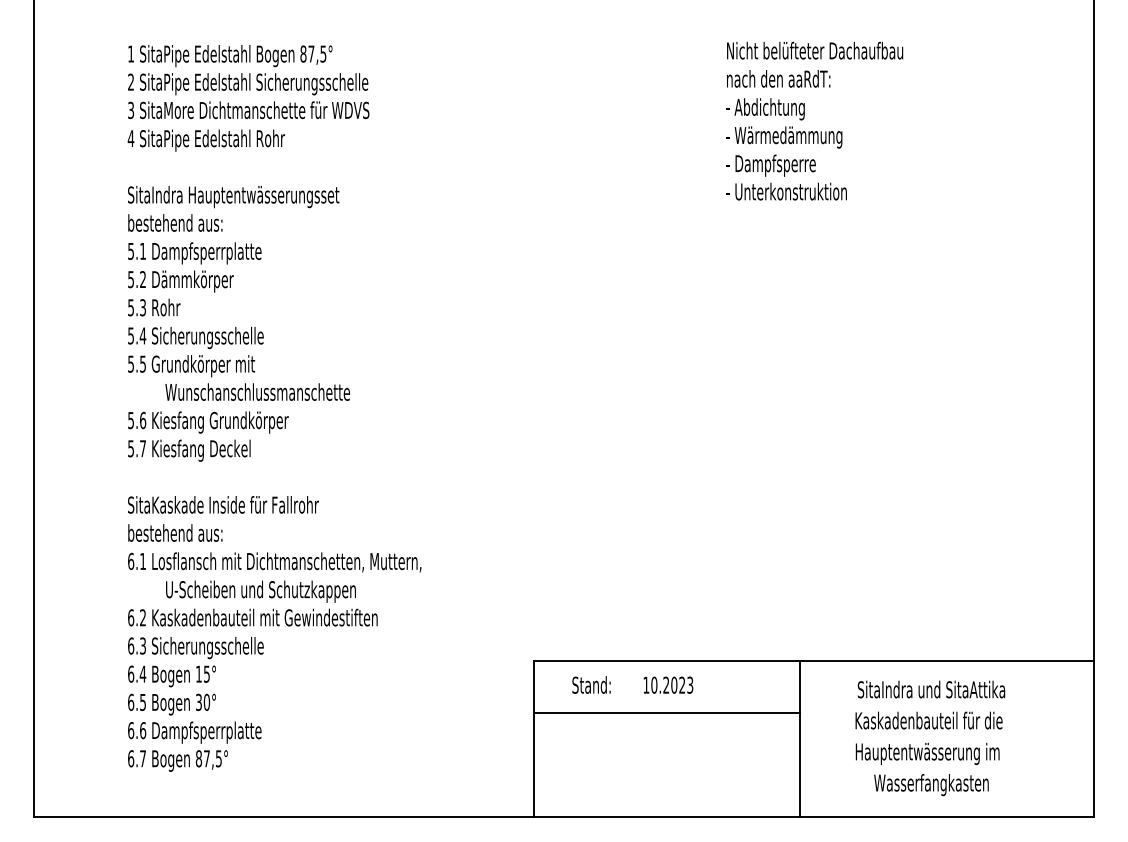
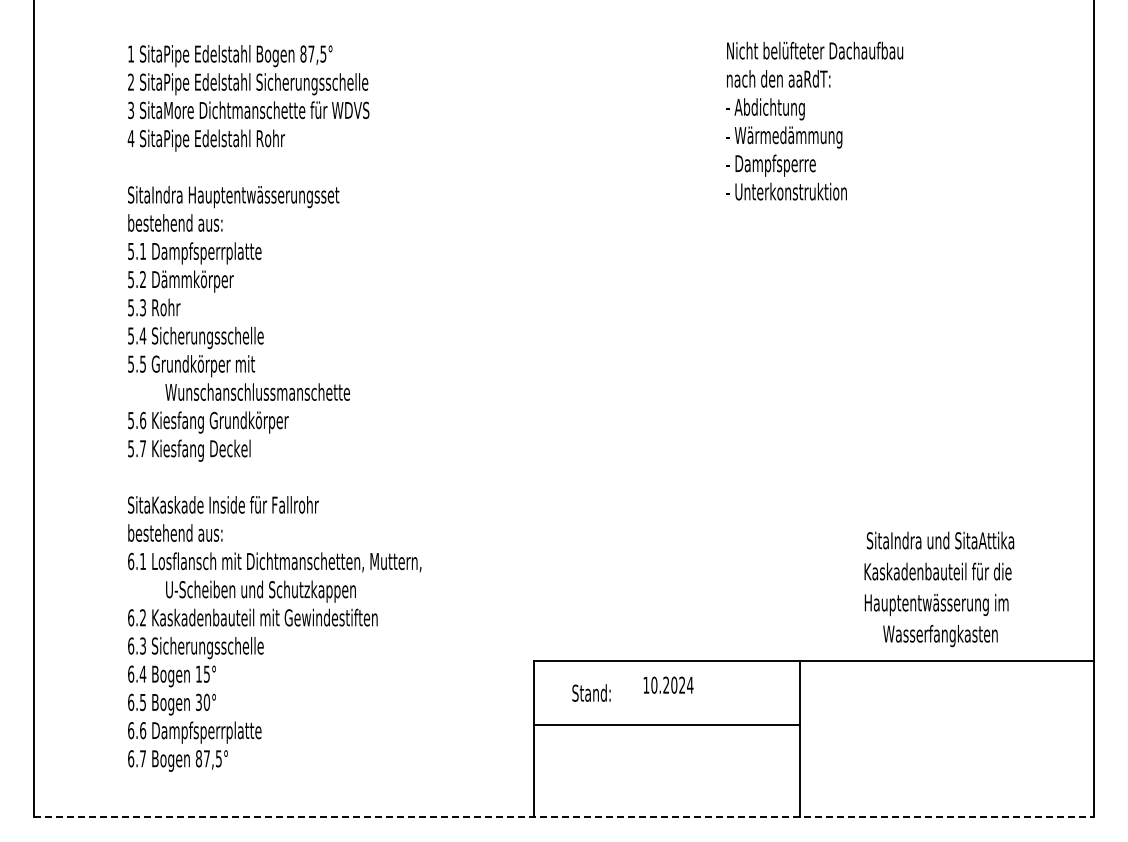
text at (591, 684) position: (591, 684) -> (591, 692)
text at (690, 684): 10.2023 -> 10.2024
line at (666, 712) position: (666, 712) -> (666, 724)
text at (930, 738) position: (930, 738) -> (939, 589)
line at (564, 816): solid -> dashed
